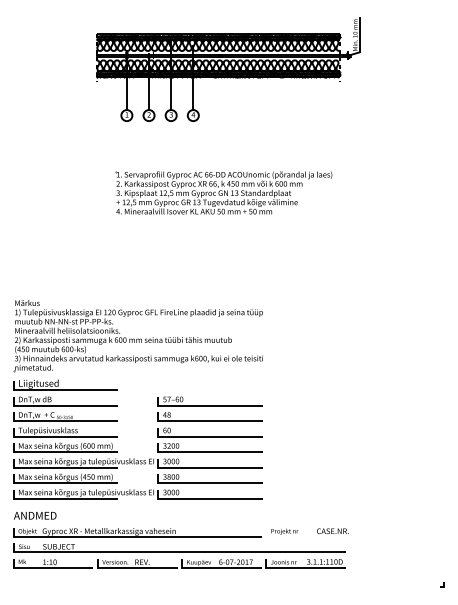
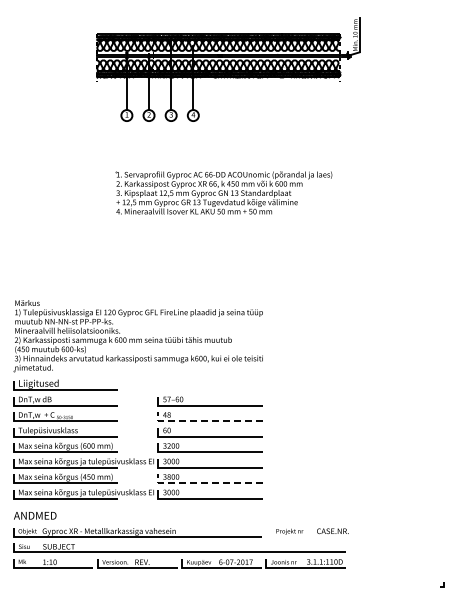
line at (205, 421): solid -> dashed
line at (205, 483): solid -> dashed
text at (284, 531) position: (284, 531) -> (289, 531)
